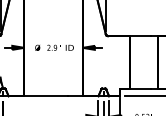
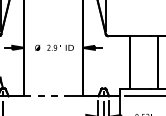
line at (45, 96): solid -> dashed
